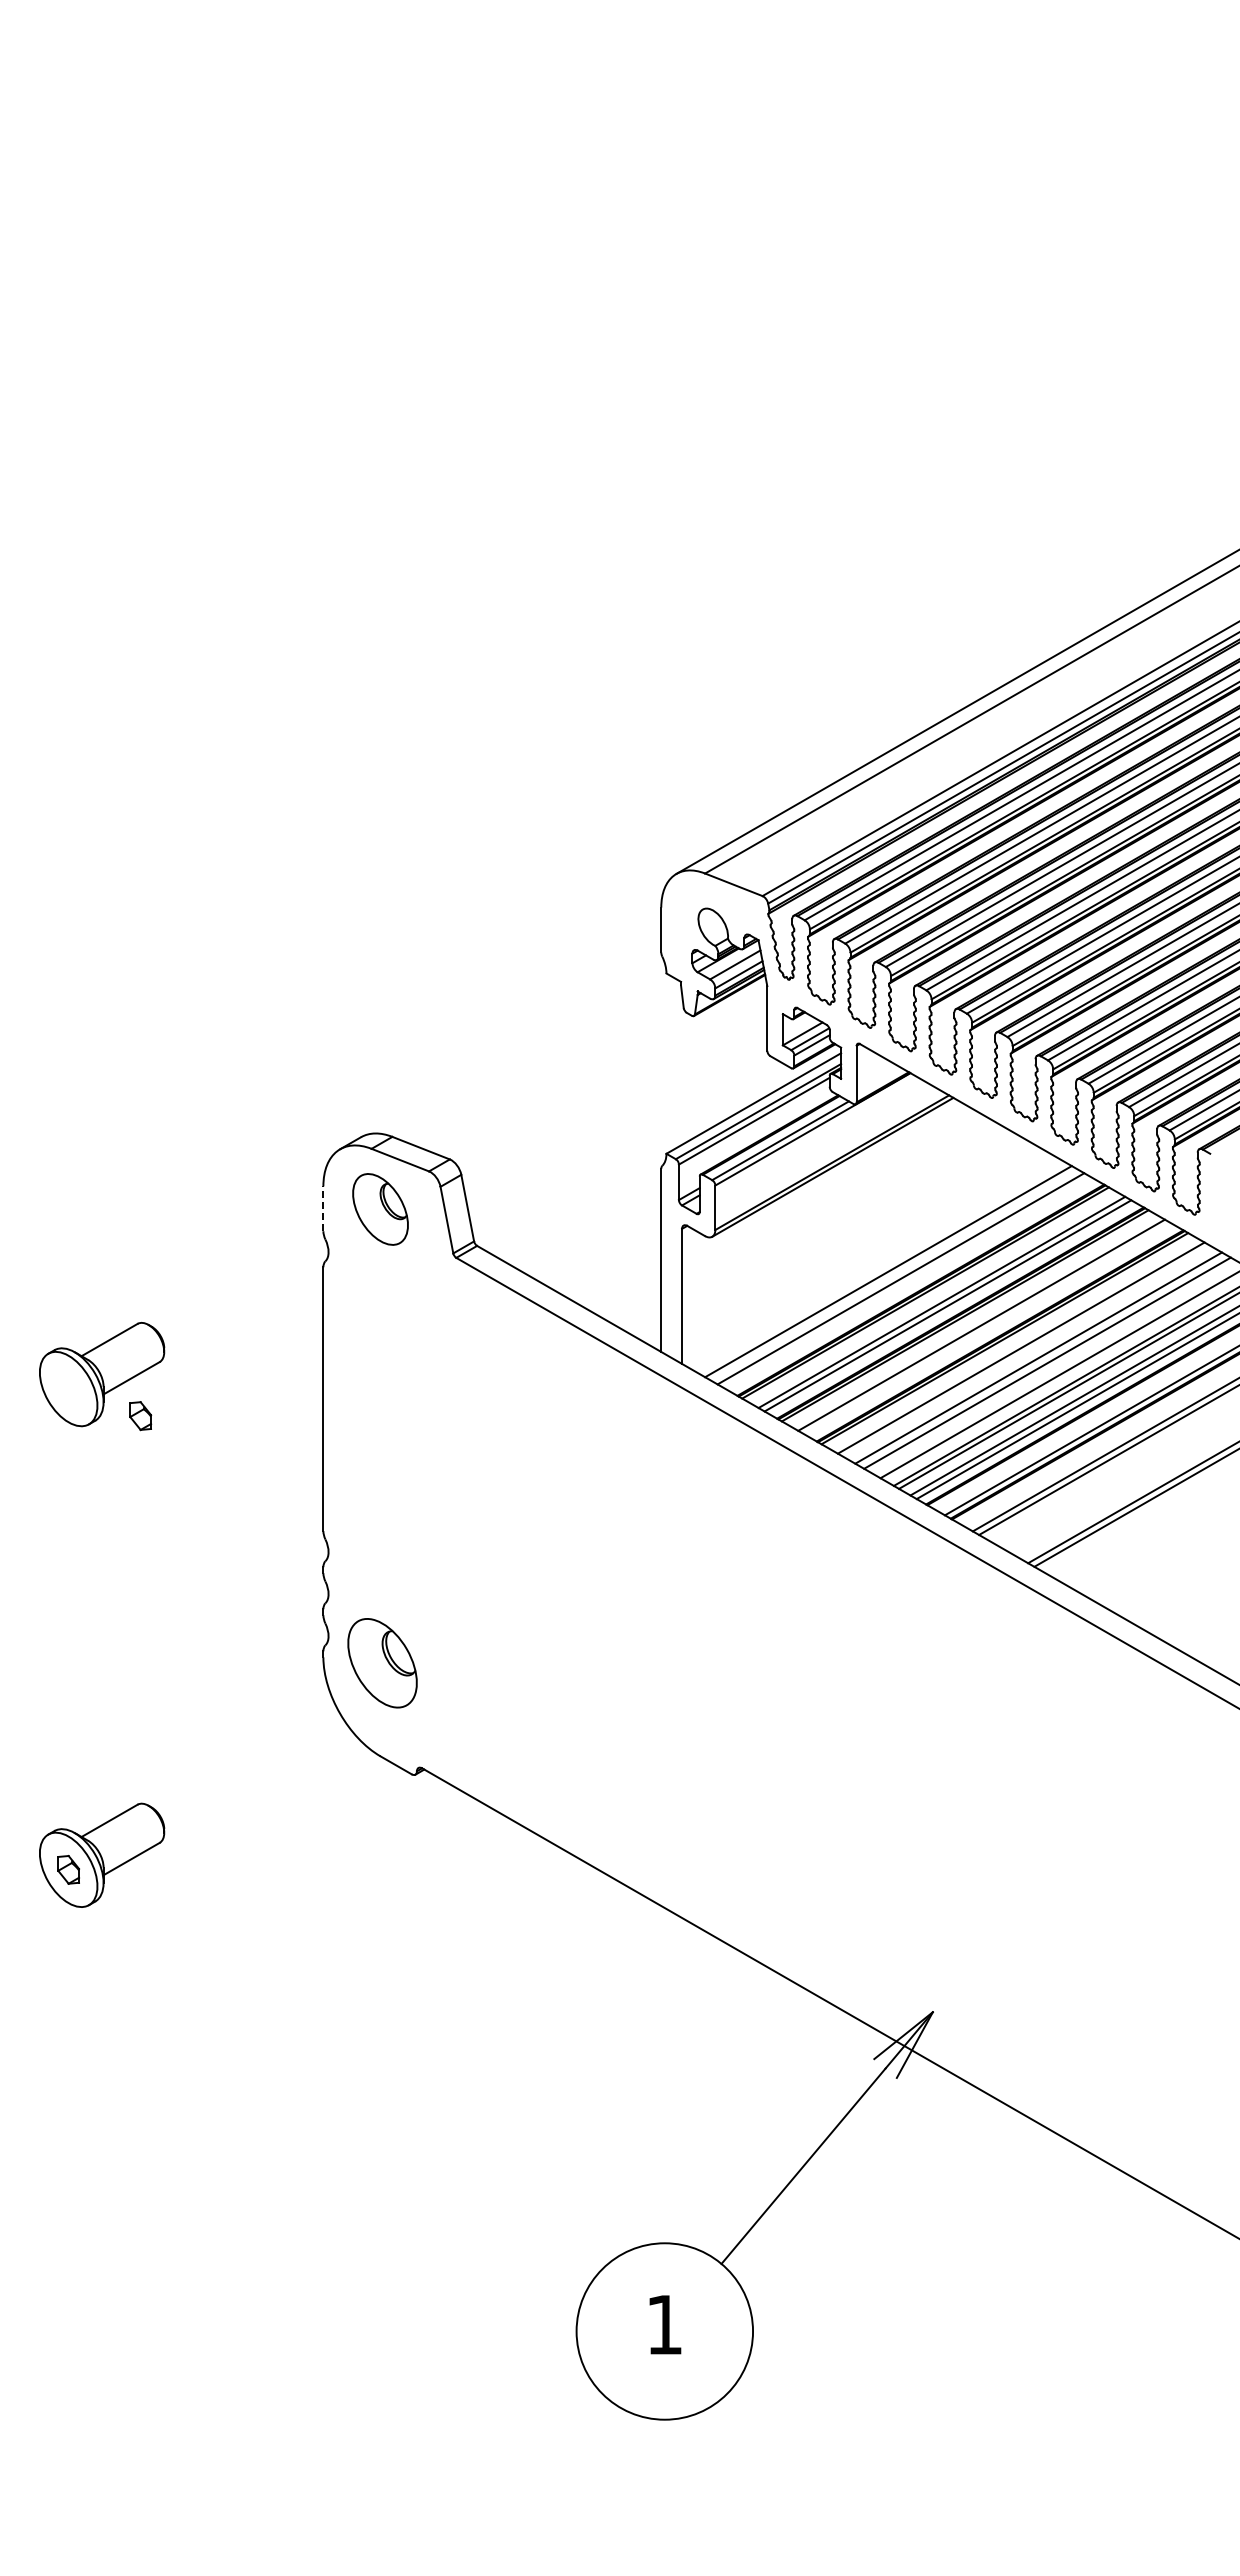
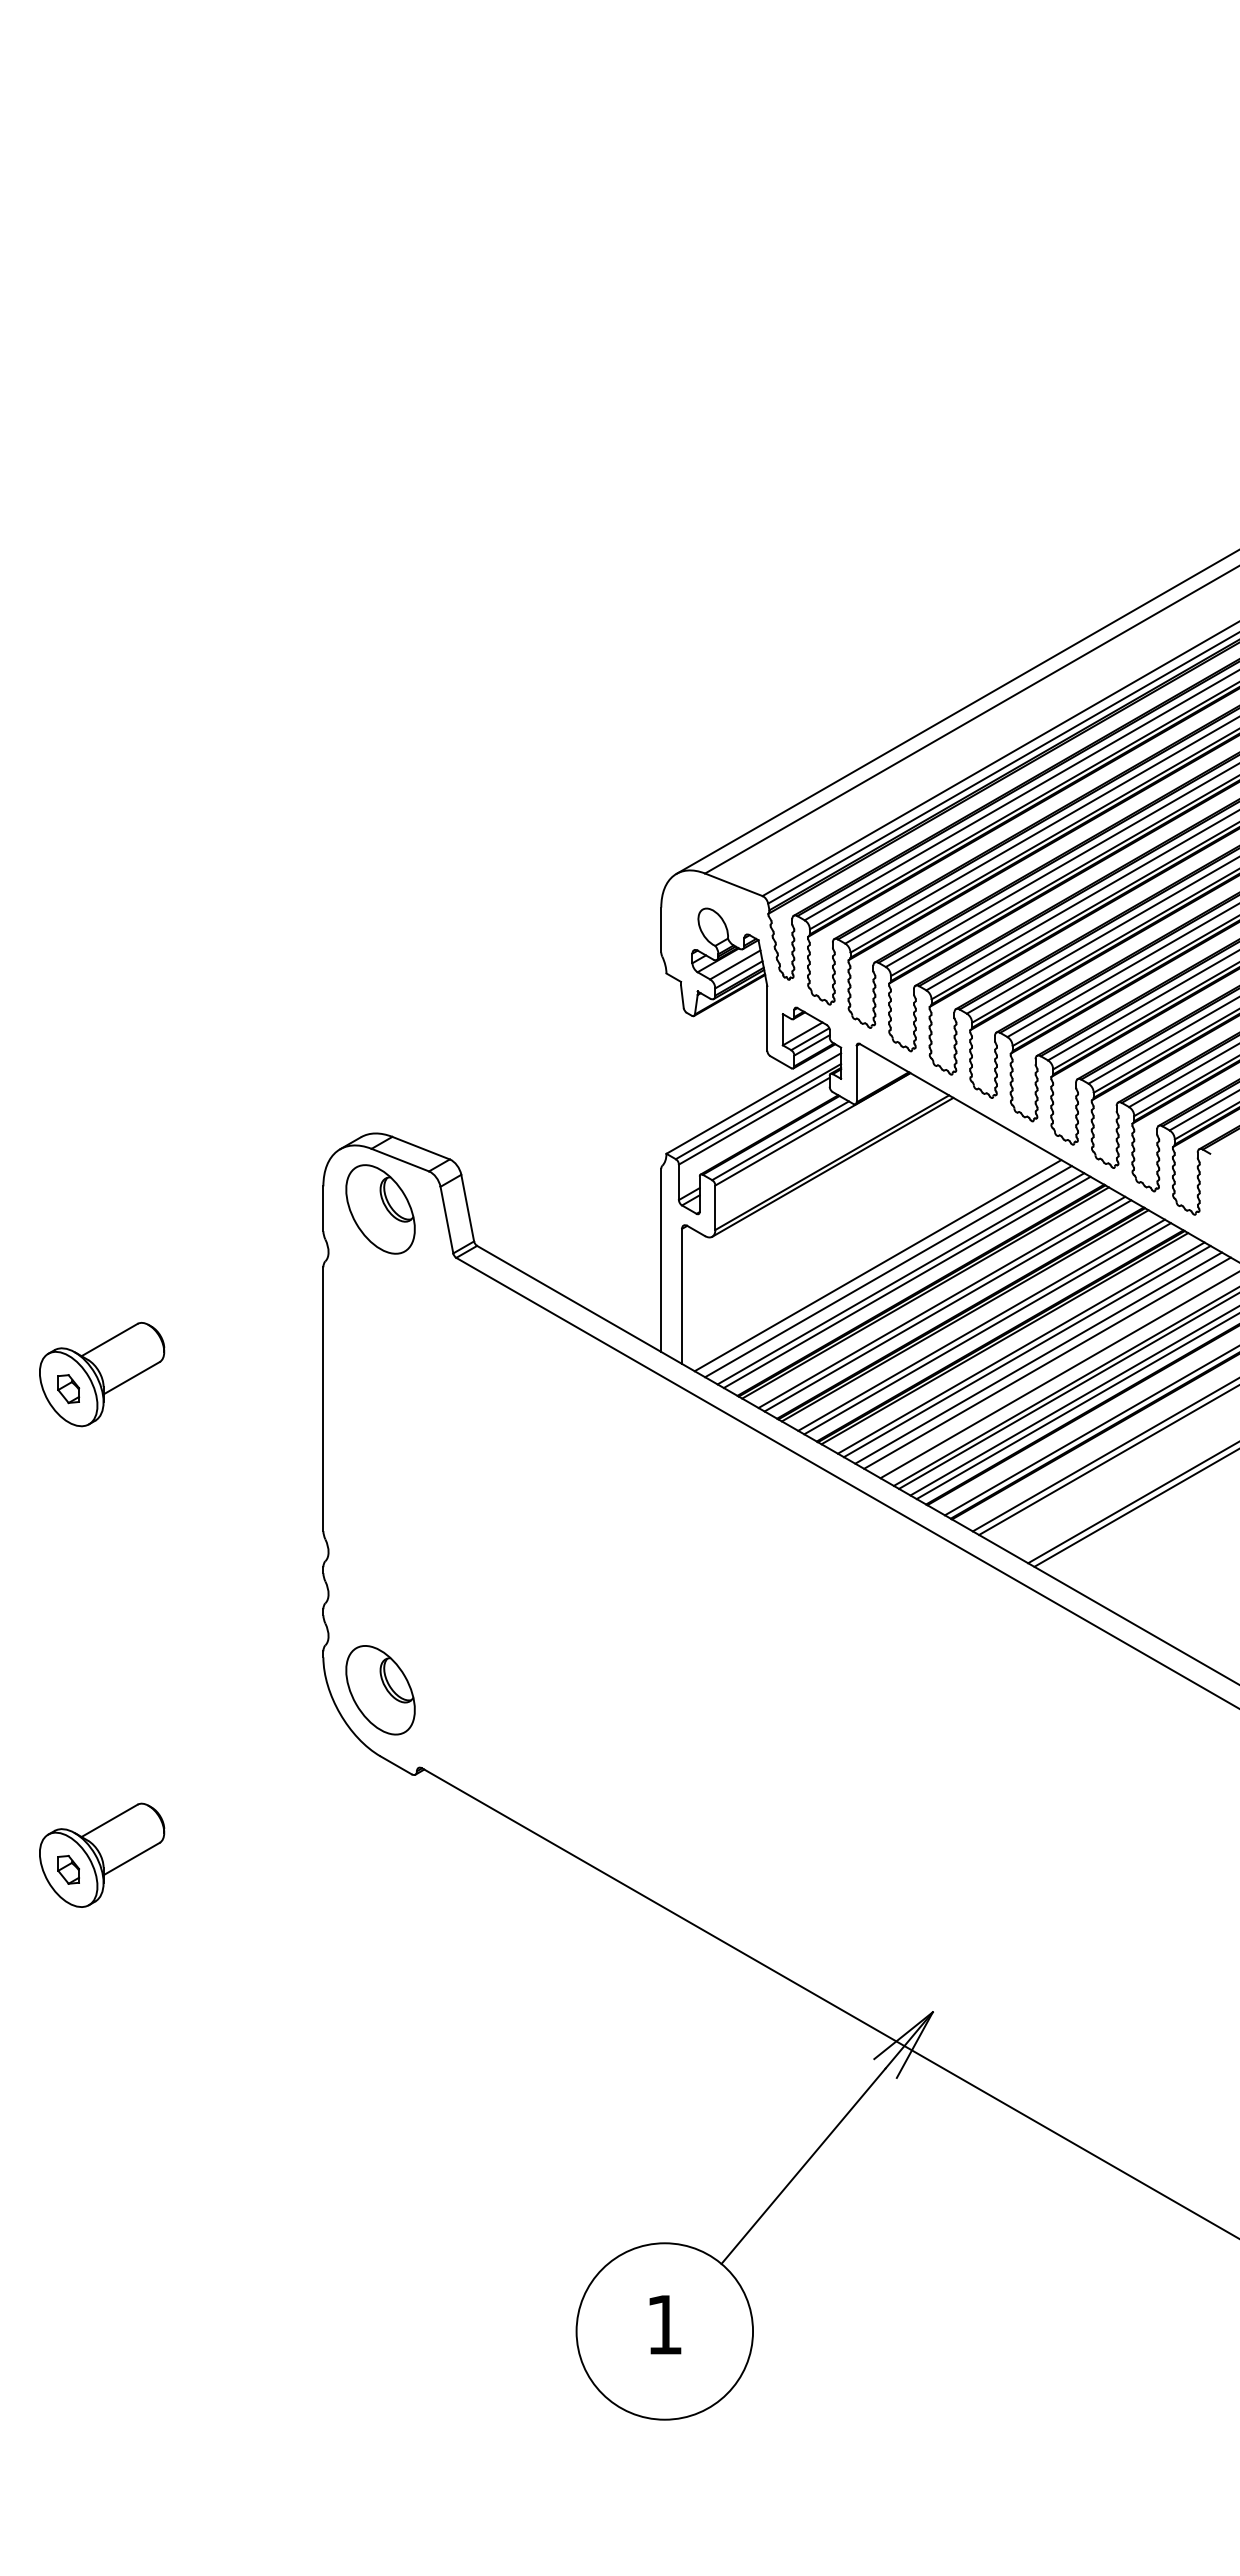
line at (323, 1208): dashed -> solid
part at (380, 1209) size: 57x73 px -> 71x91 px
line at (877, 1265): none -> present
line at (906, 1282): none -> present
line at (987, 1328): none -> present
line at (1026, 1351): none -> present
part at (140, 1416) position: (140, 1416) -> (68, 1389)
part at (382, 1663) position: (382, 1663) -> (380, 1690)
